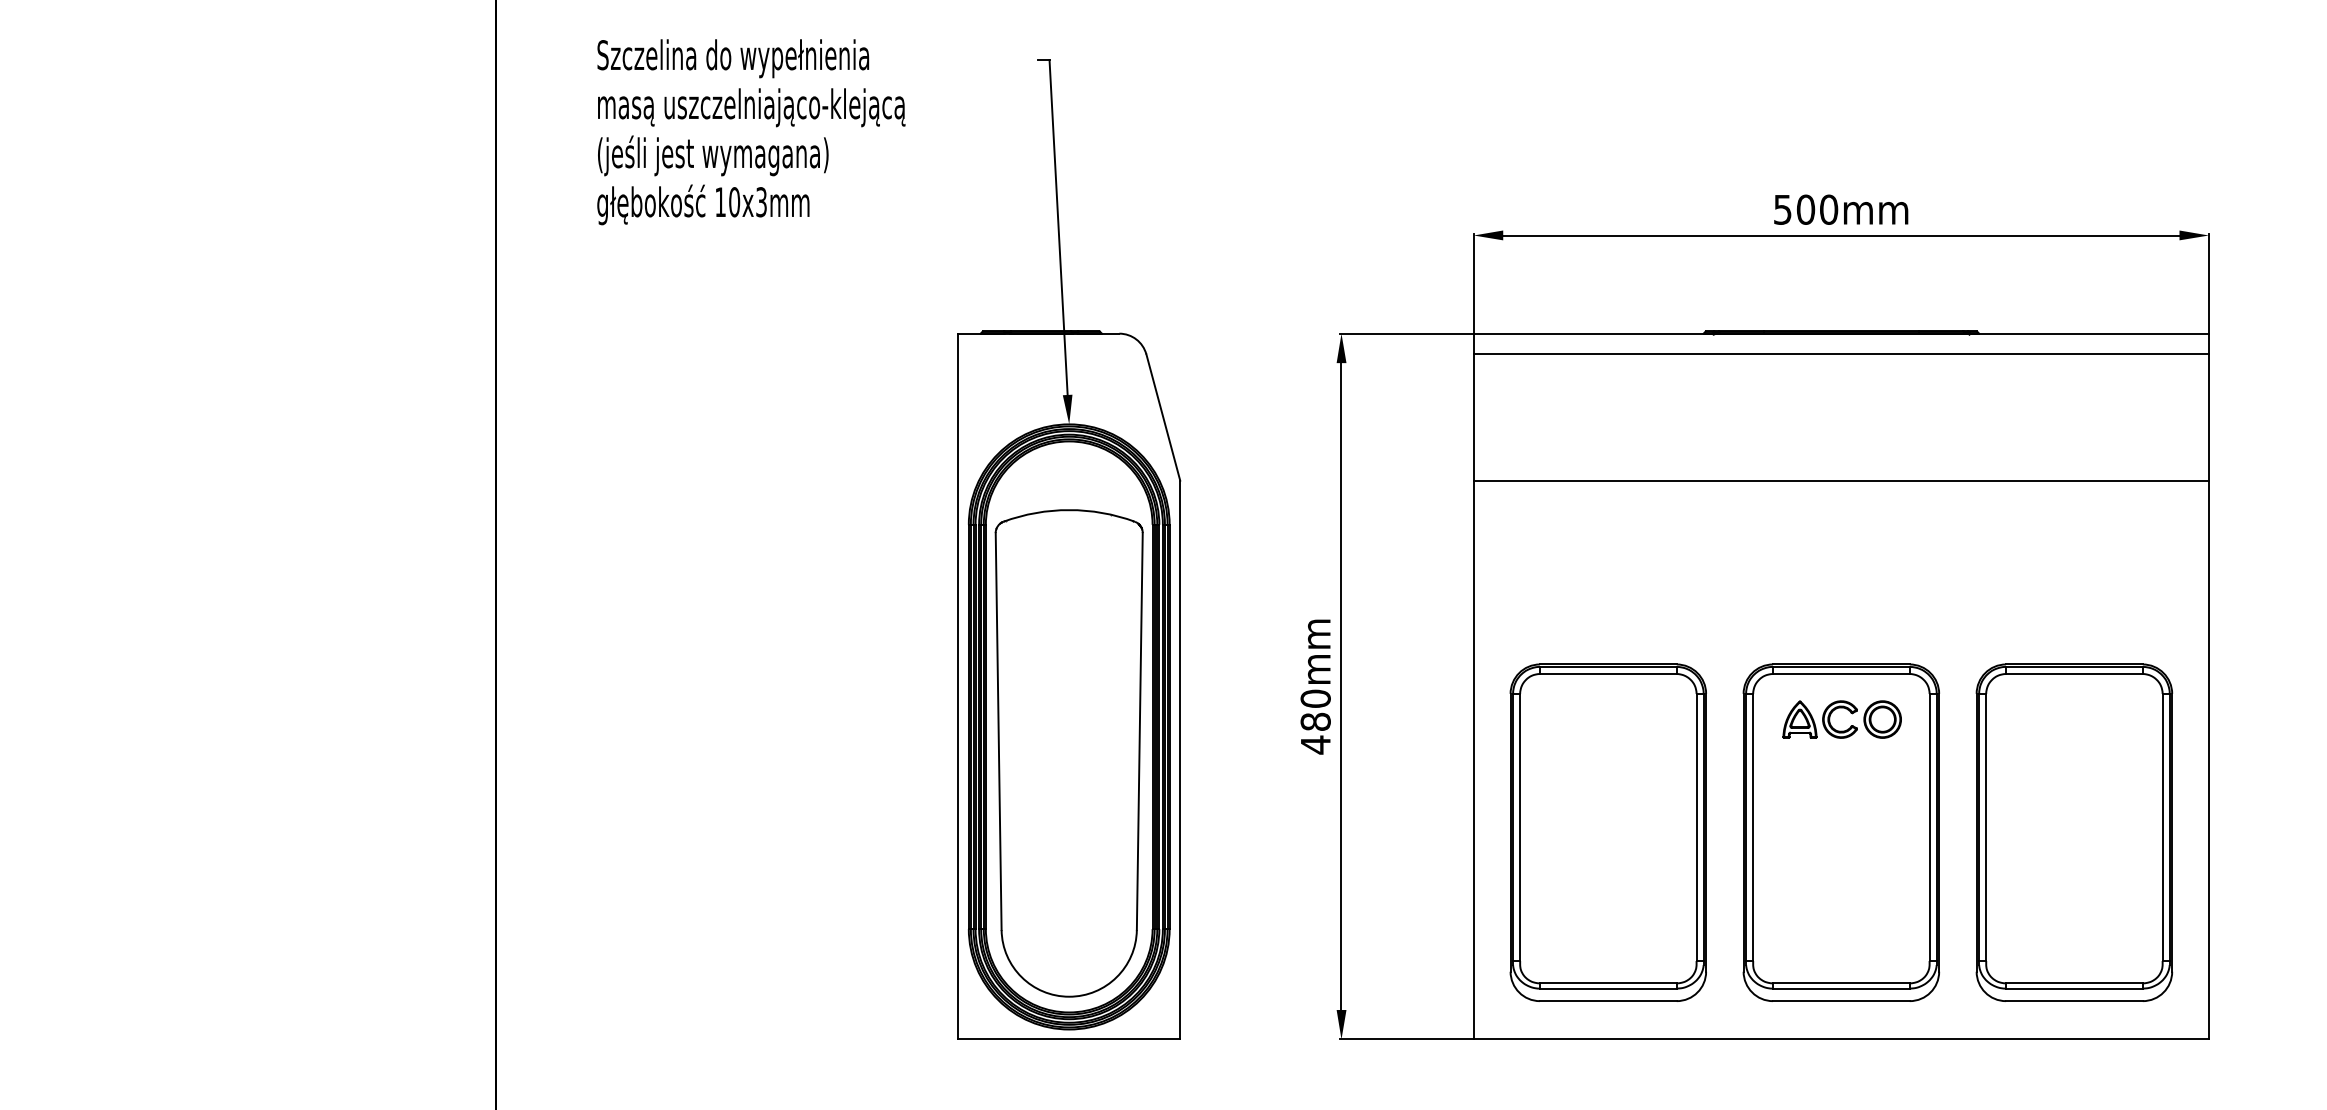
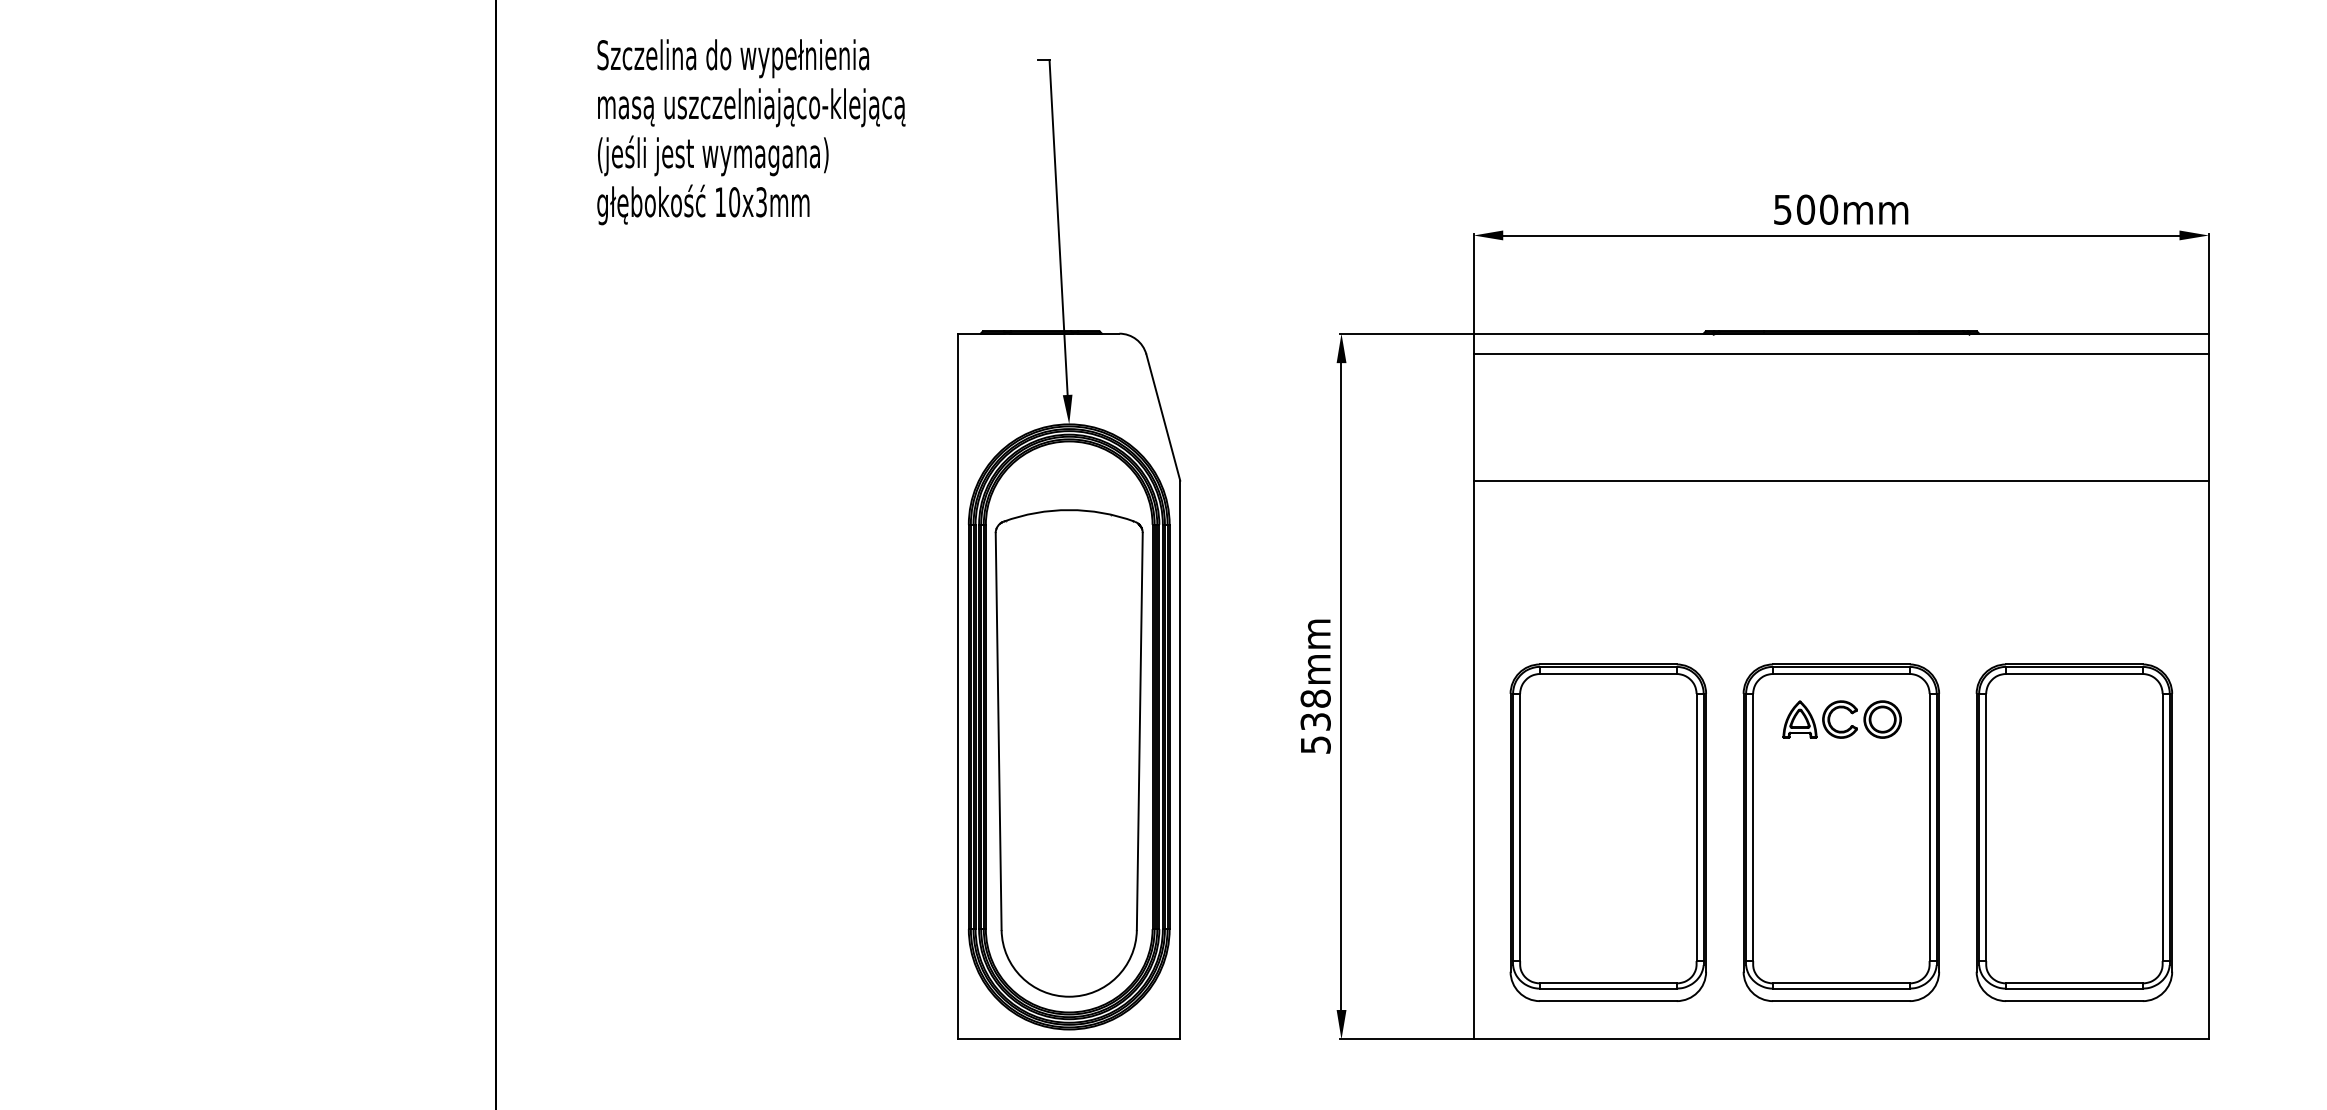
text at (1315, 721): 480mm -> 538mm
